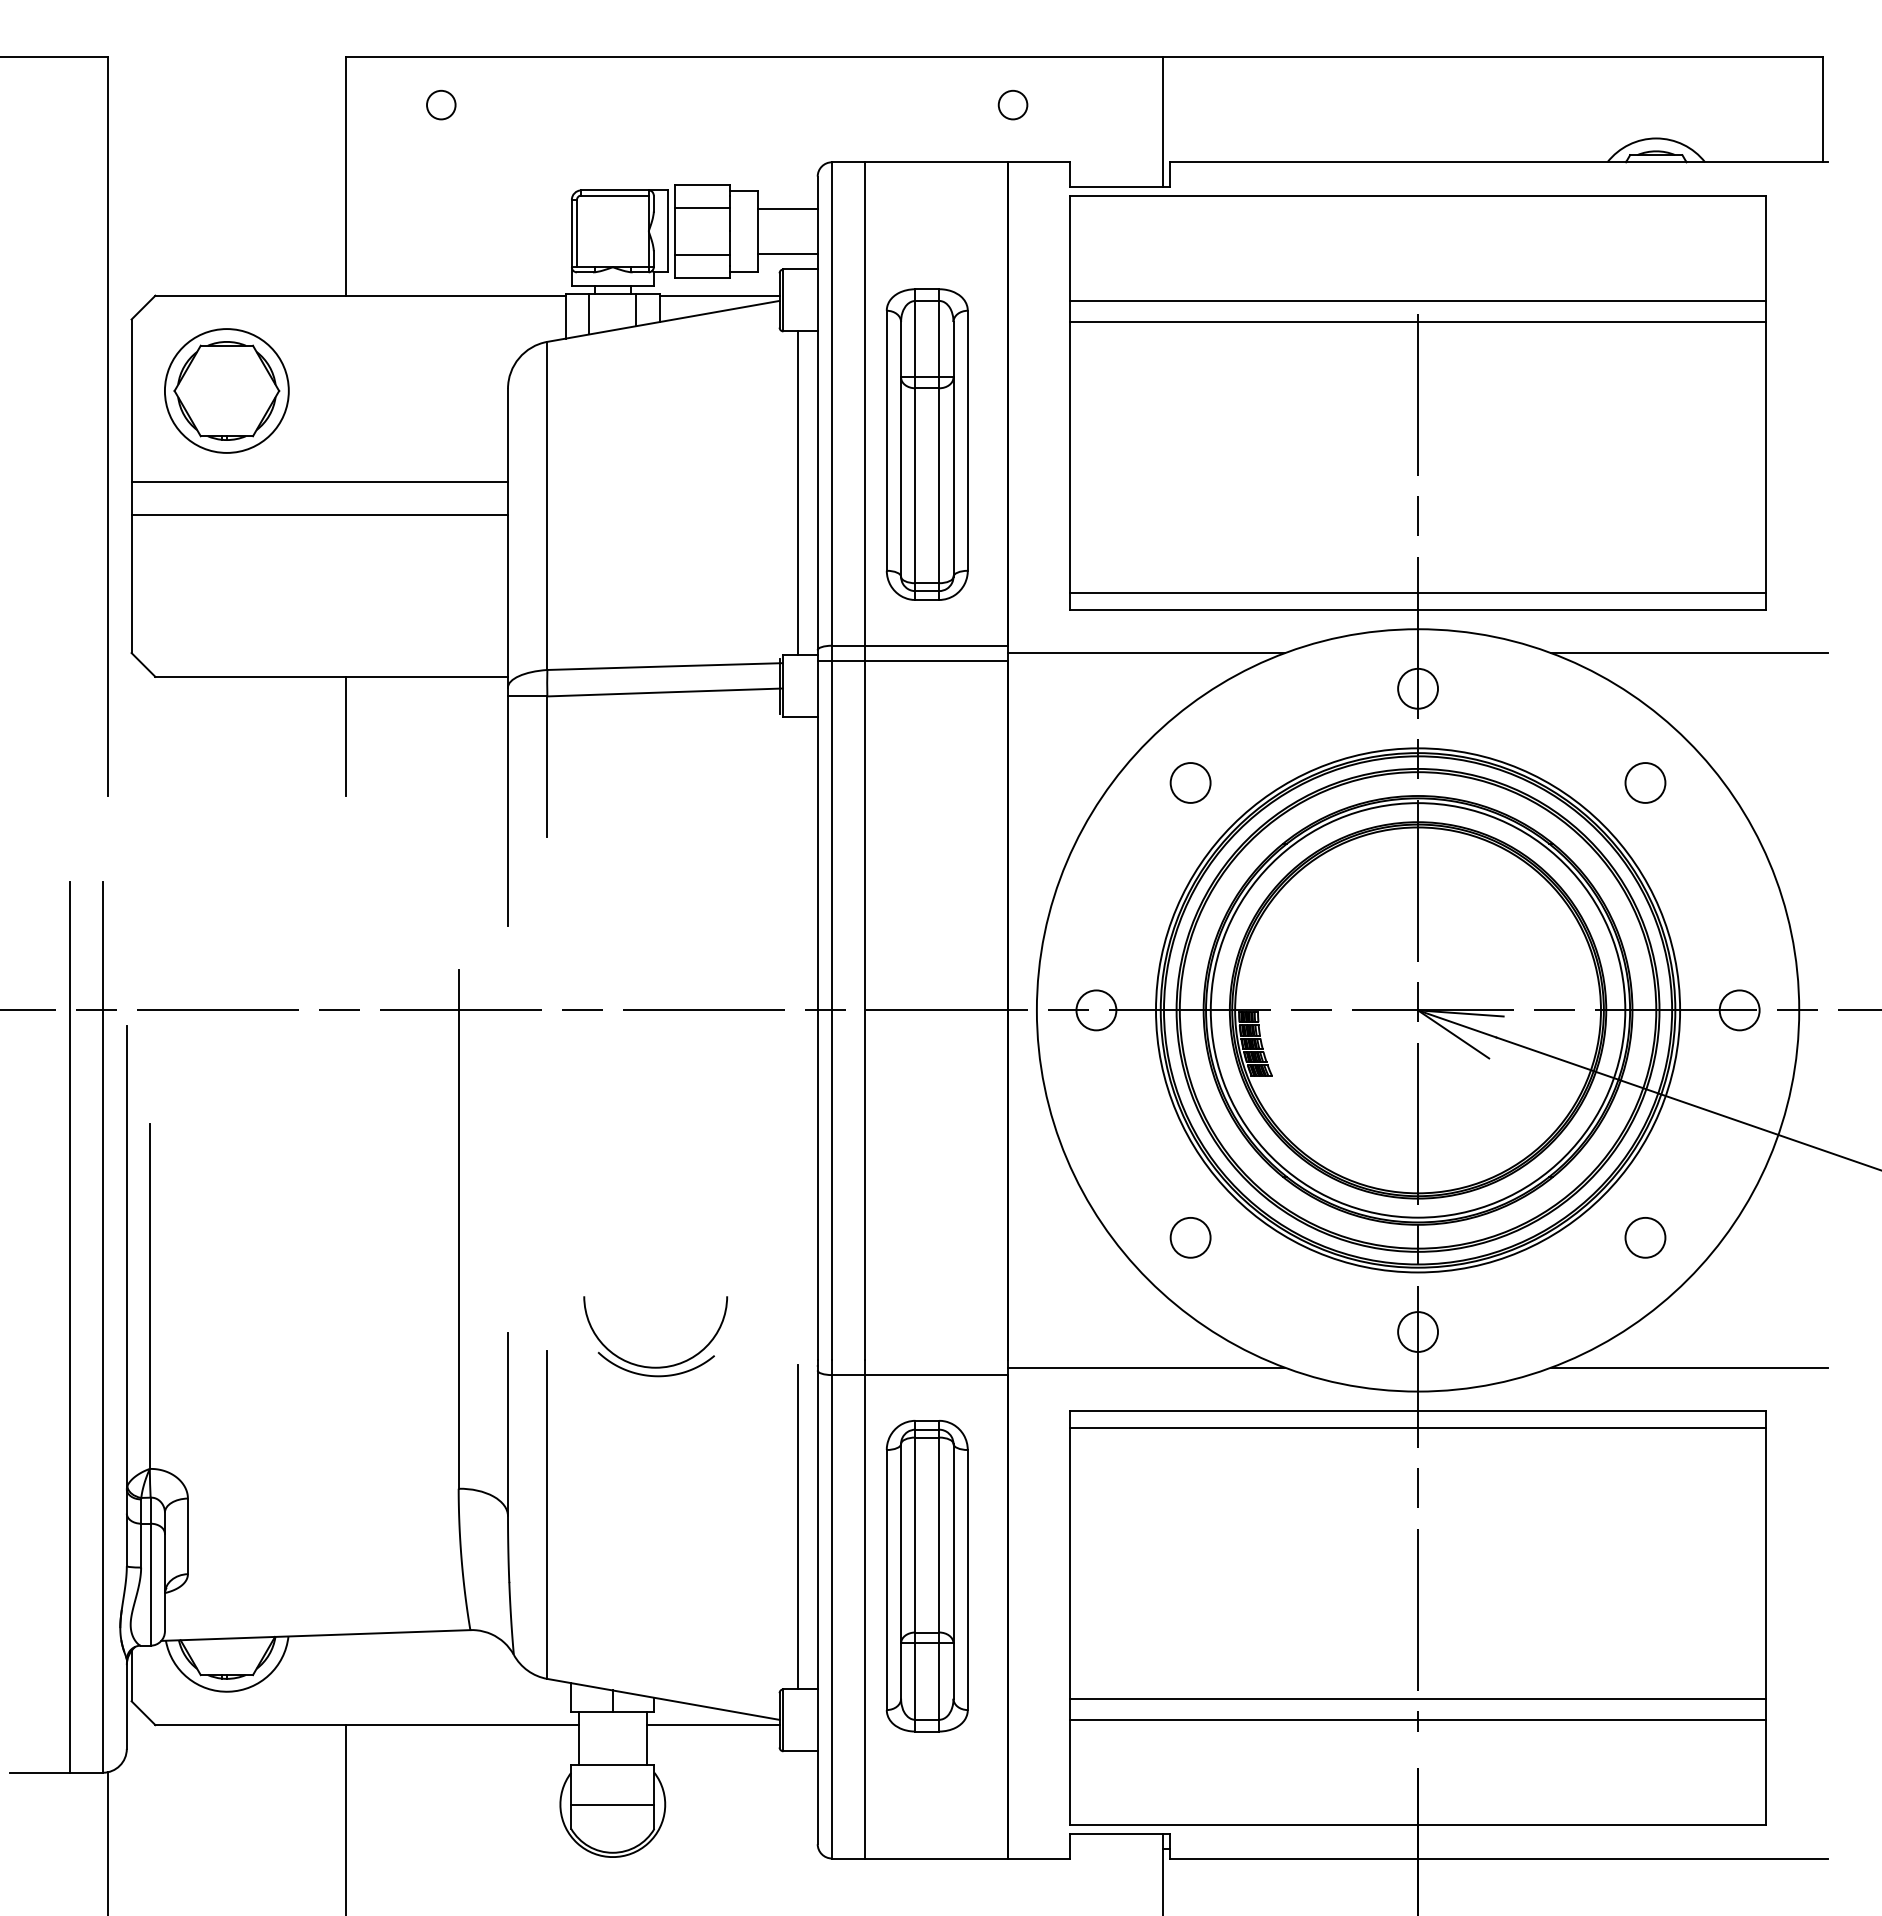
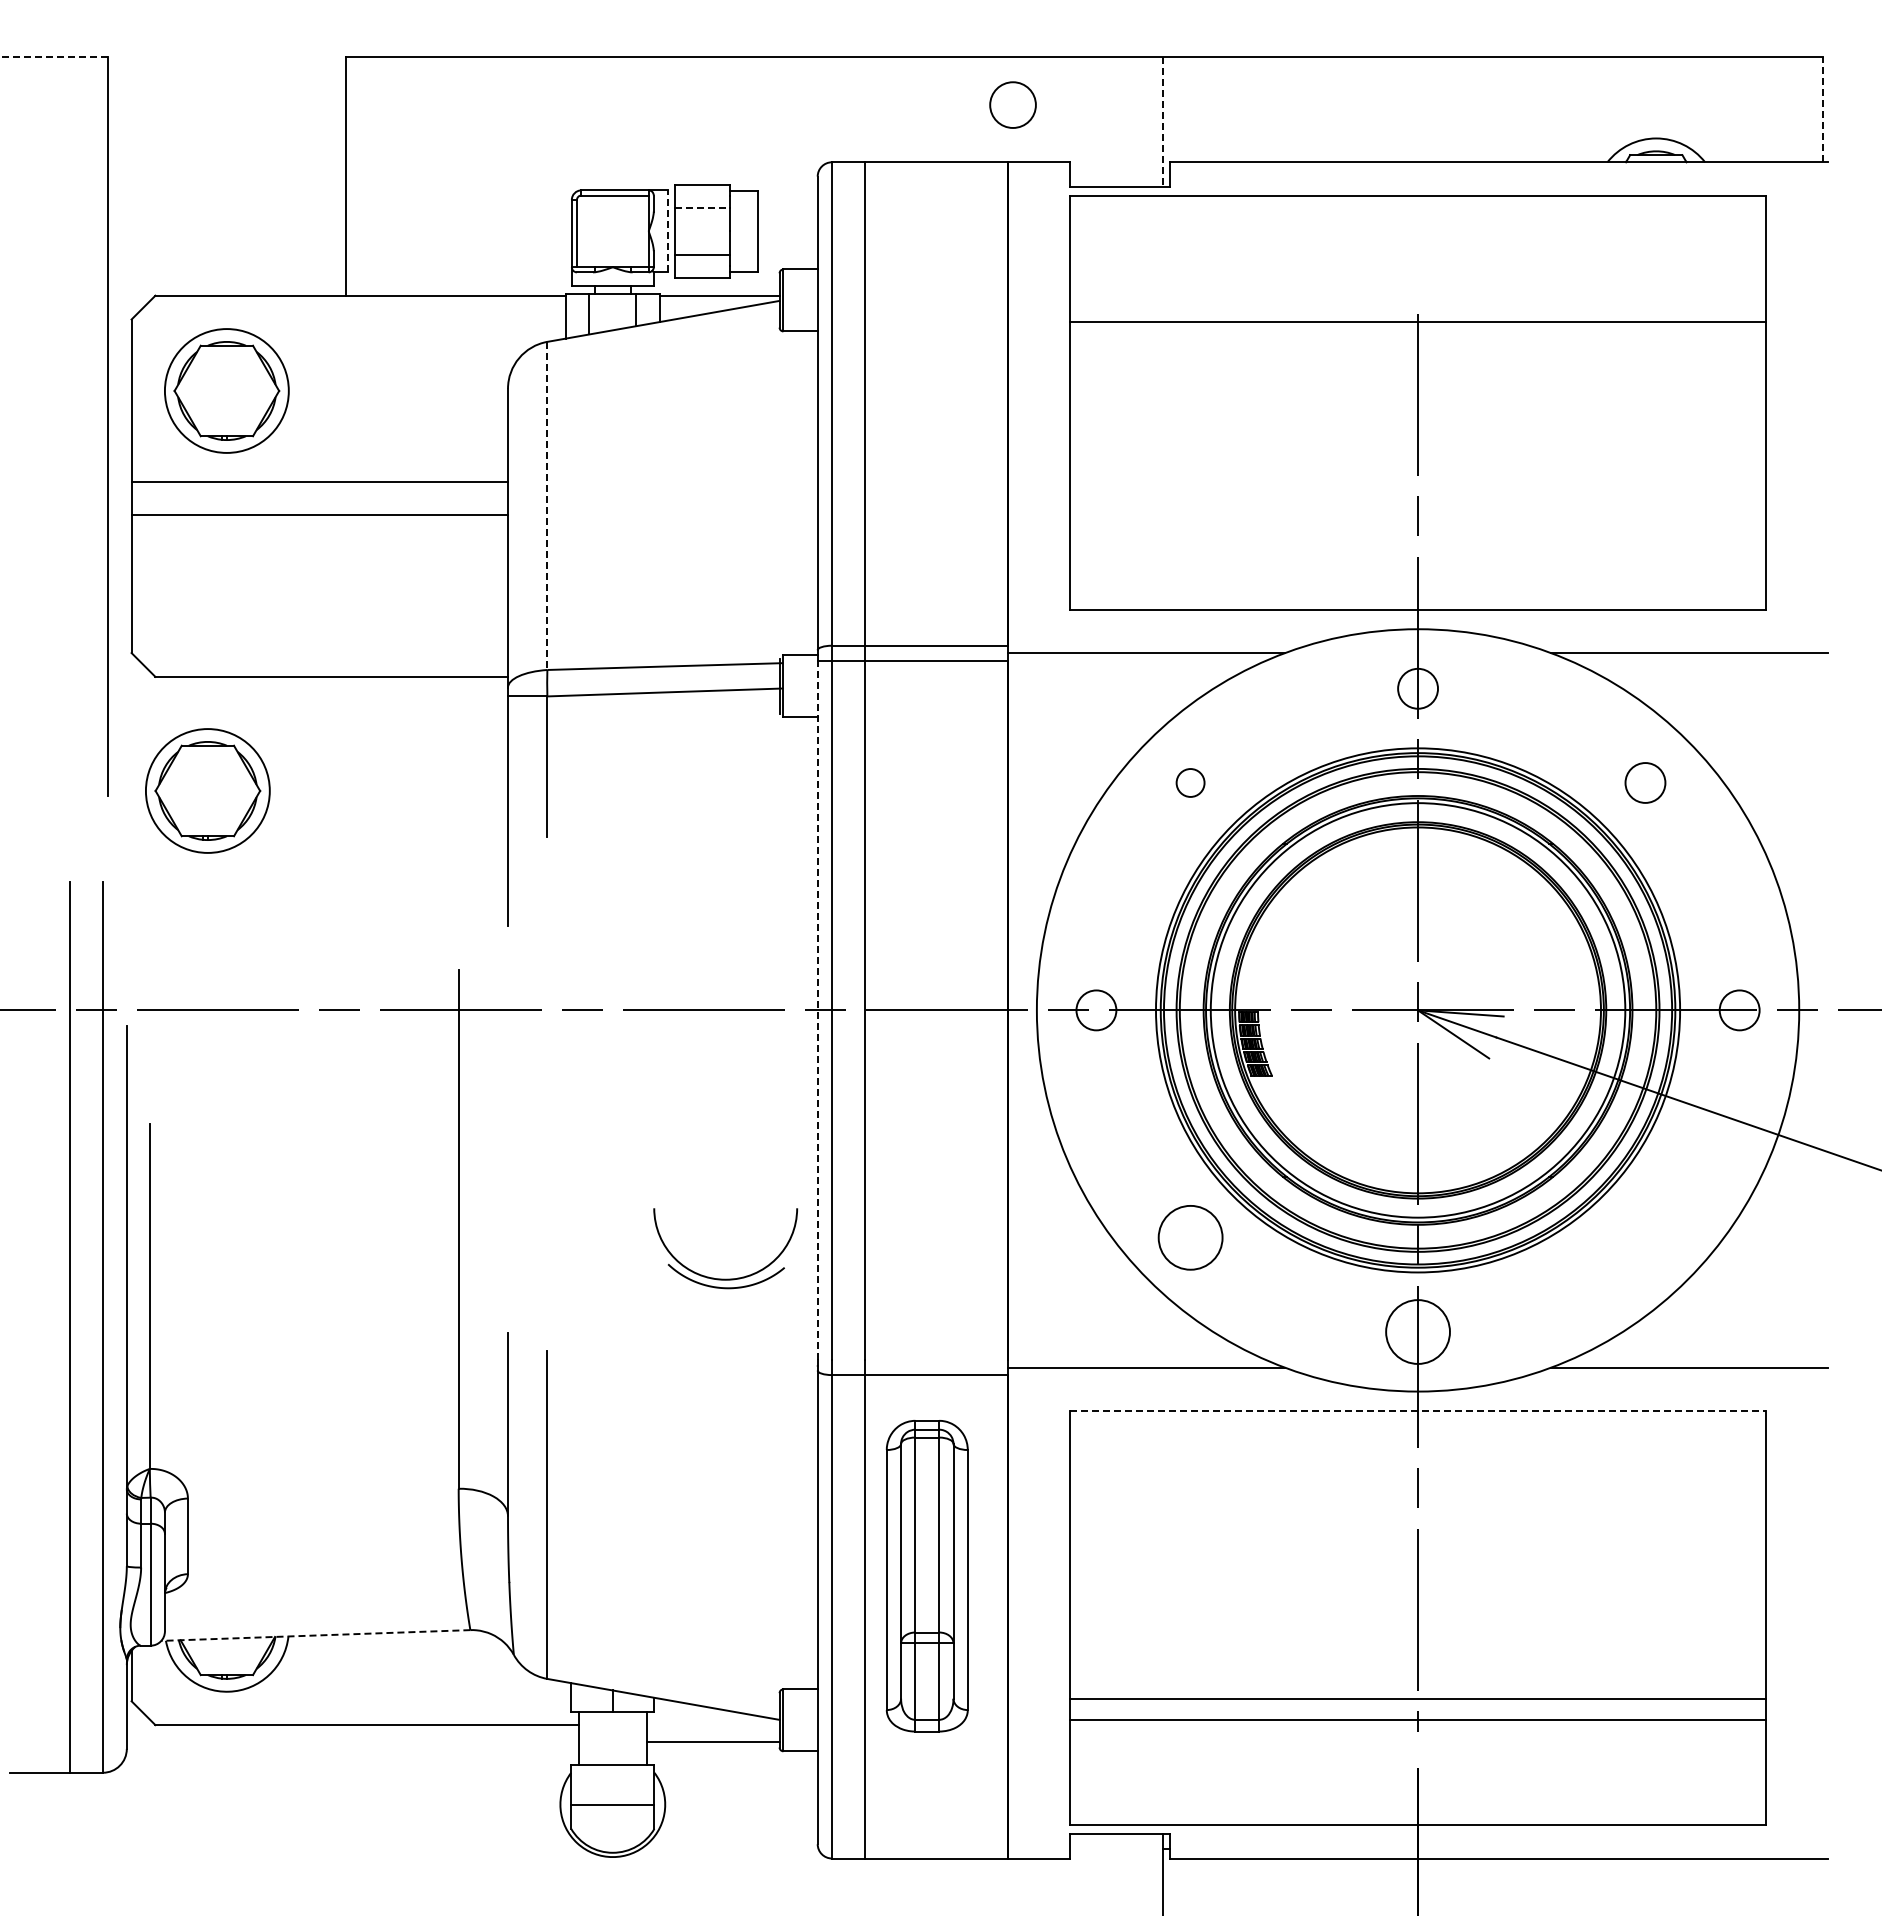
line at (53, 57): solid -> dashed
circle at (441, 104): present -> none
circle at (1012, 104) diameter: 29 px -> 46 px
line at (1823, 109): solid -> dashed
line at (1163, 122): solid -> dashed
line at (702, 208): solid -> dashed
line at (787, 208): present -> none
line at (667, 231): solid -> dashed
line at (787, 254): present -> none
line at (1417, 300): present -> none
part at (926, 444): present -> none
line at (798, 493): present -> none
line at (547, 506): solid -> dashed
line at (1417, 593): present -> none
line at (346, 736): present -> none
circle at (1190, 782) size: 43x42 px -> 31x30 px
part at (207, 790): none -> present
line at (817, 1010): solid -> dashed
circle at (1190, 1237) diameter: 40 px -> 64 px
circle at (1645, 1237): present -> none
circle at (1418, 1331) diameter: 40 px -> 64 px
part at (655, 1366) position: (655, 1366) -> (725, 1278)
line at (1418, 1410): solid -> dashed
line at (1417, 1427): present -> none
line at (798, 1527): present -> none
line at (315, 1635): solid -> dashed
line at (712, 1725) position: (712, 1725) -> (712, 1742)
line at (346, 1818): present -> none
line at (107, 1842): present -> none
